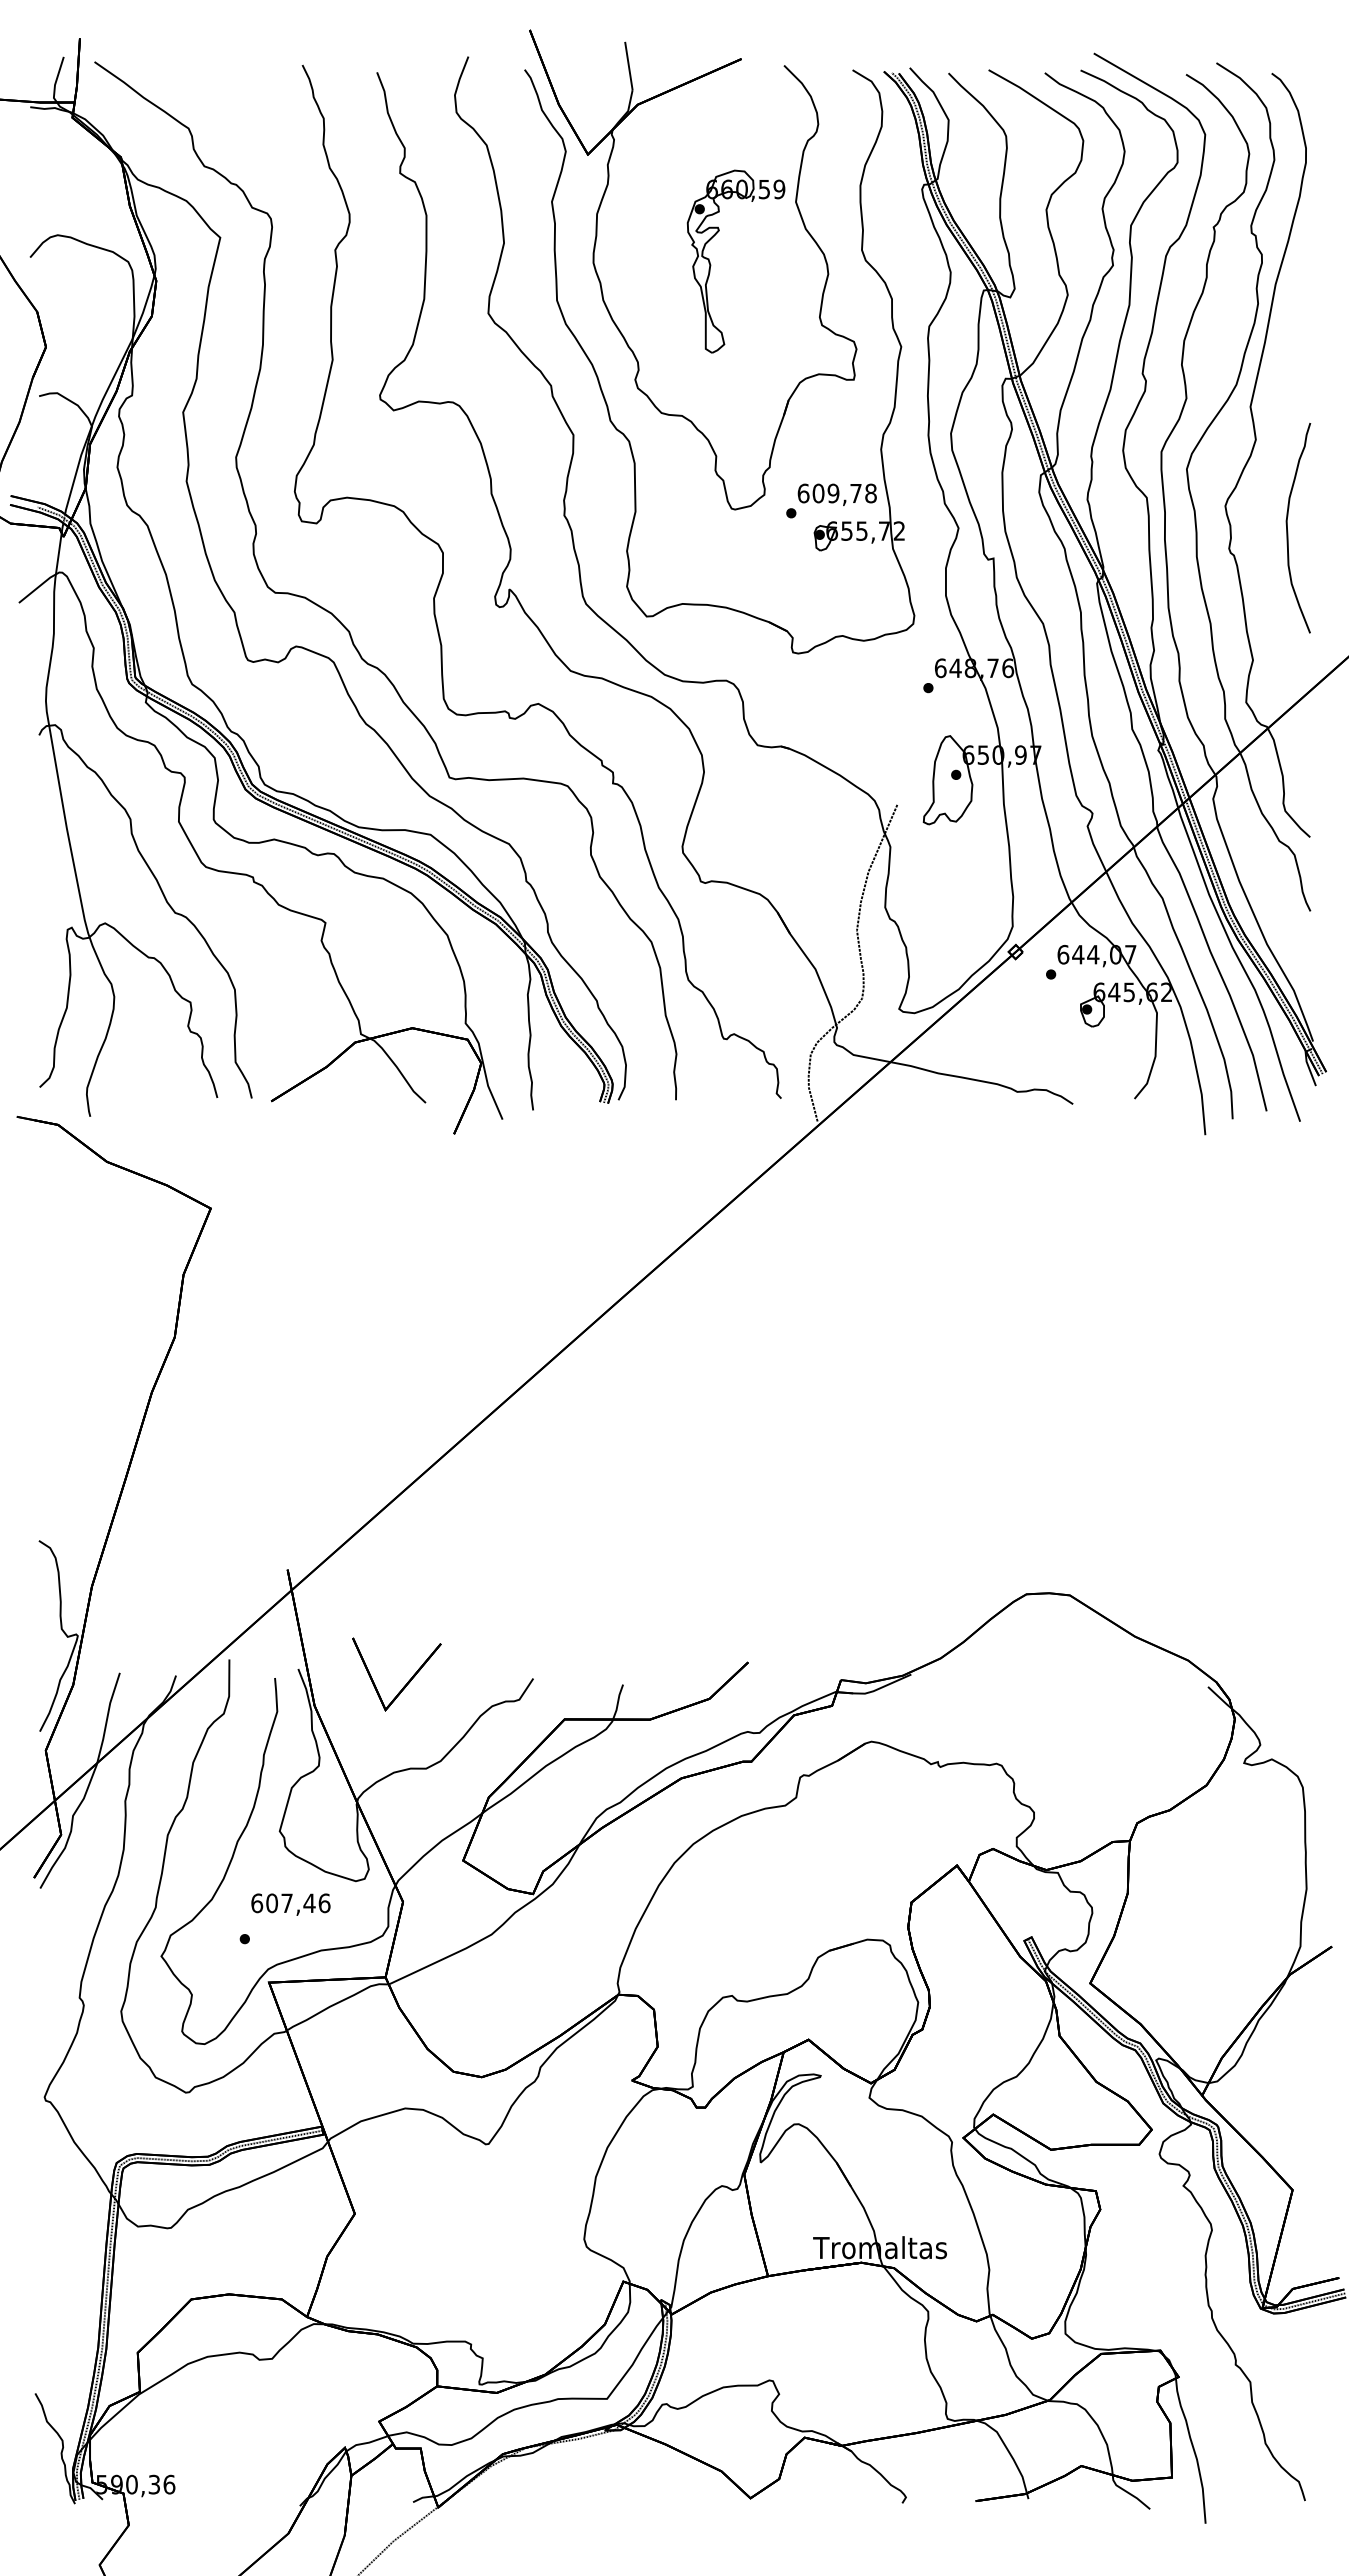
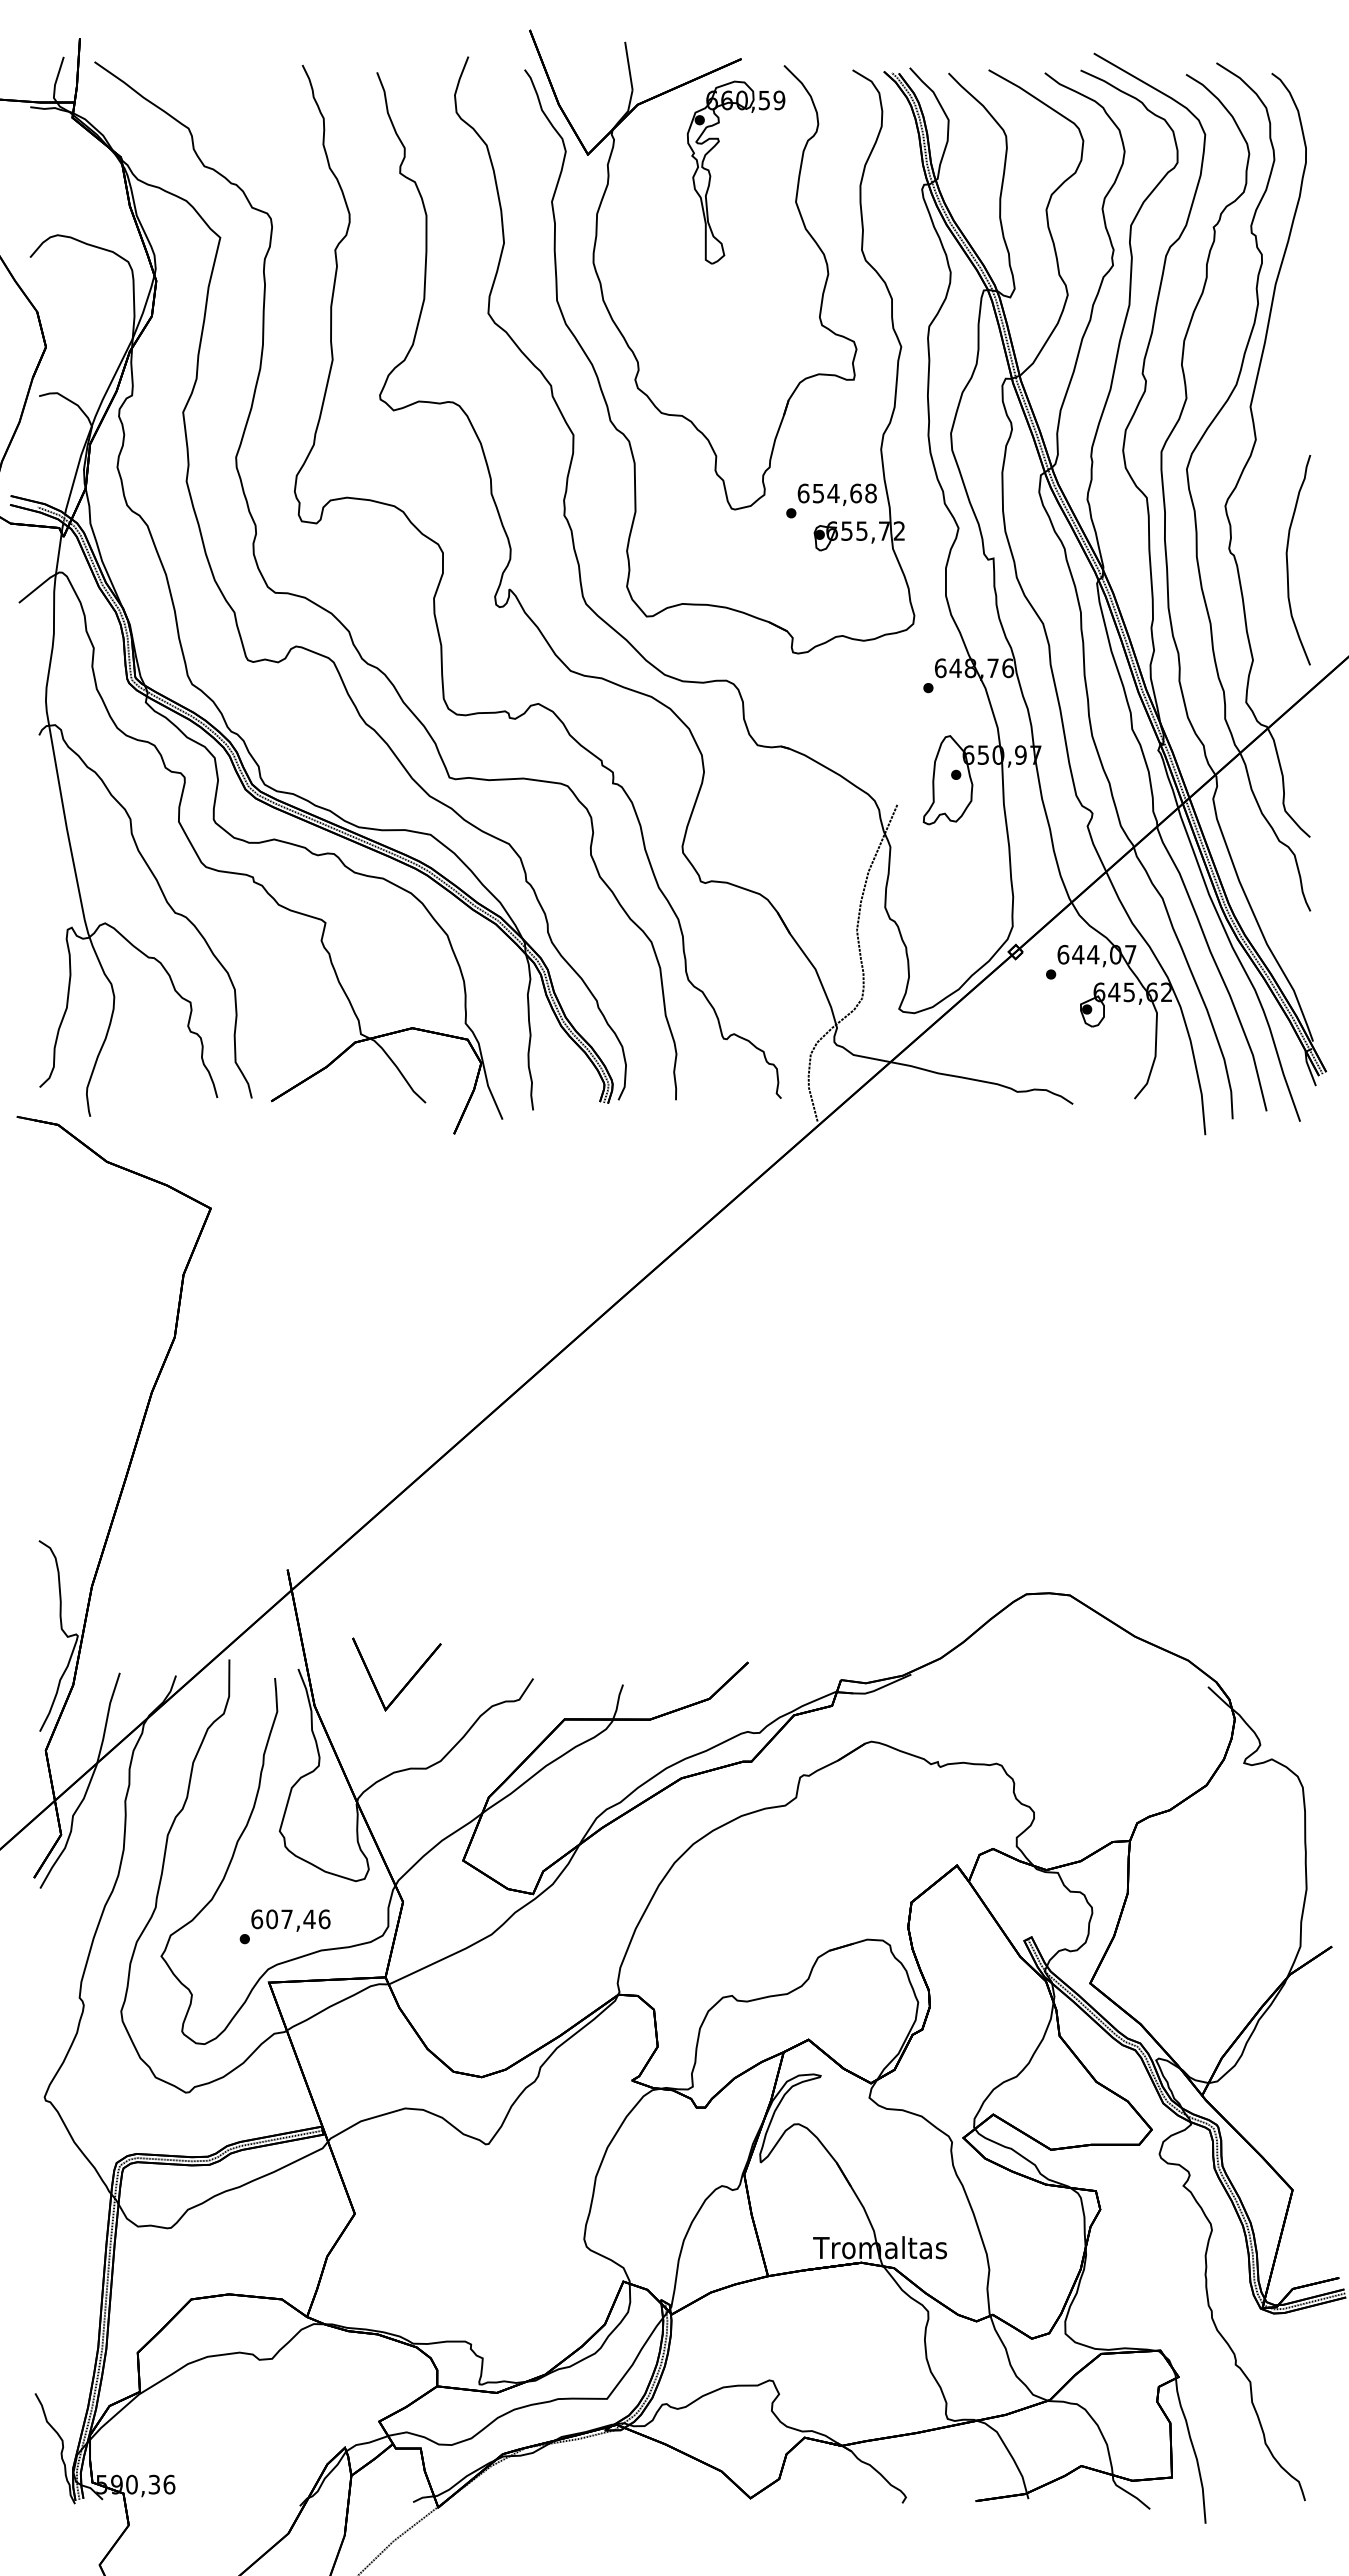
part at (711, 264) position: (711, 264) -> (711, 175)
text at (836, 493): 609,78 -> 654,68
part at (1288, 531) position: (1288, 531) -> (1288, 563)
text at (290, 1904) position: (290, 1904) -> (290, 1920)
